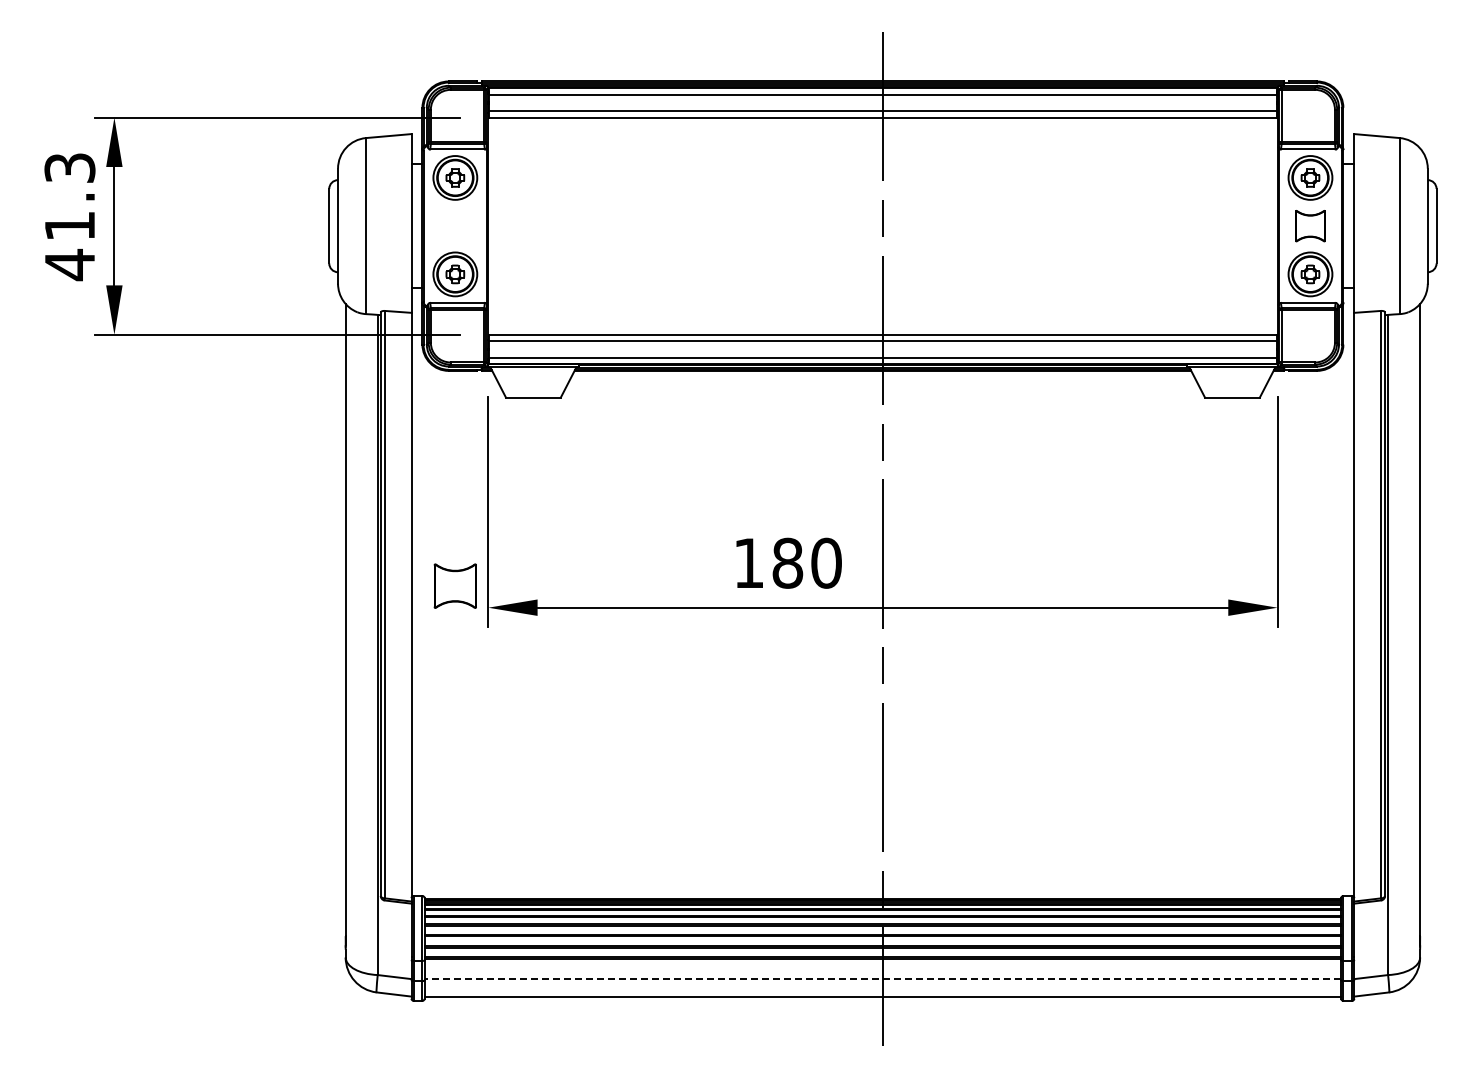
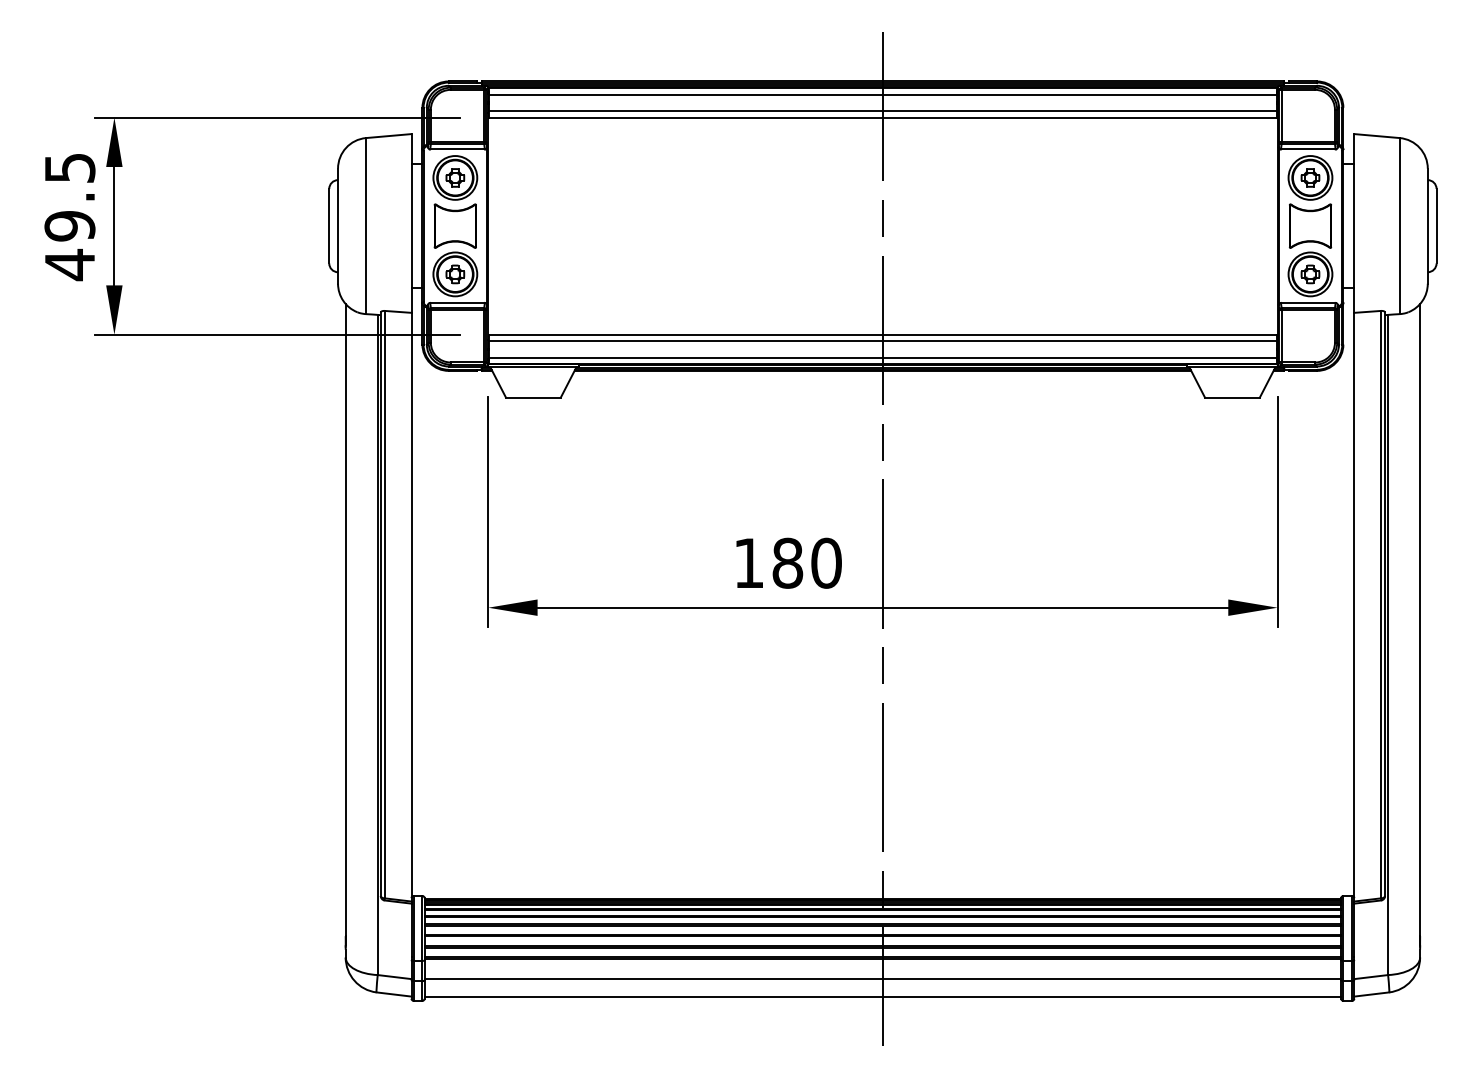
text at (69, 197): 41.3 -> 49.5
part at (1310, 226) size: 31x33 px -> 45x46 px
part at (454, 585) position: (454, 585) -> (454, 225)
line at (882, 978): dashed -> solid
